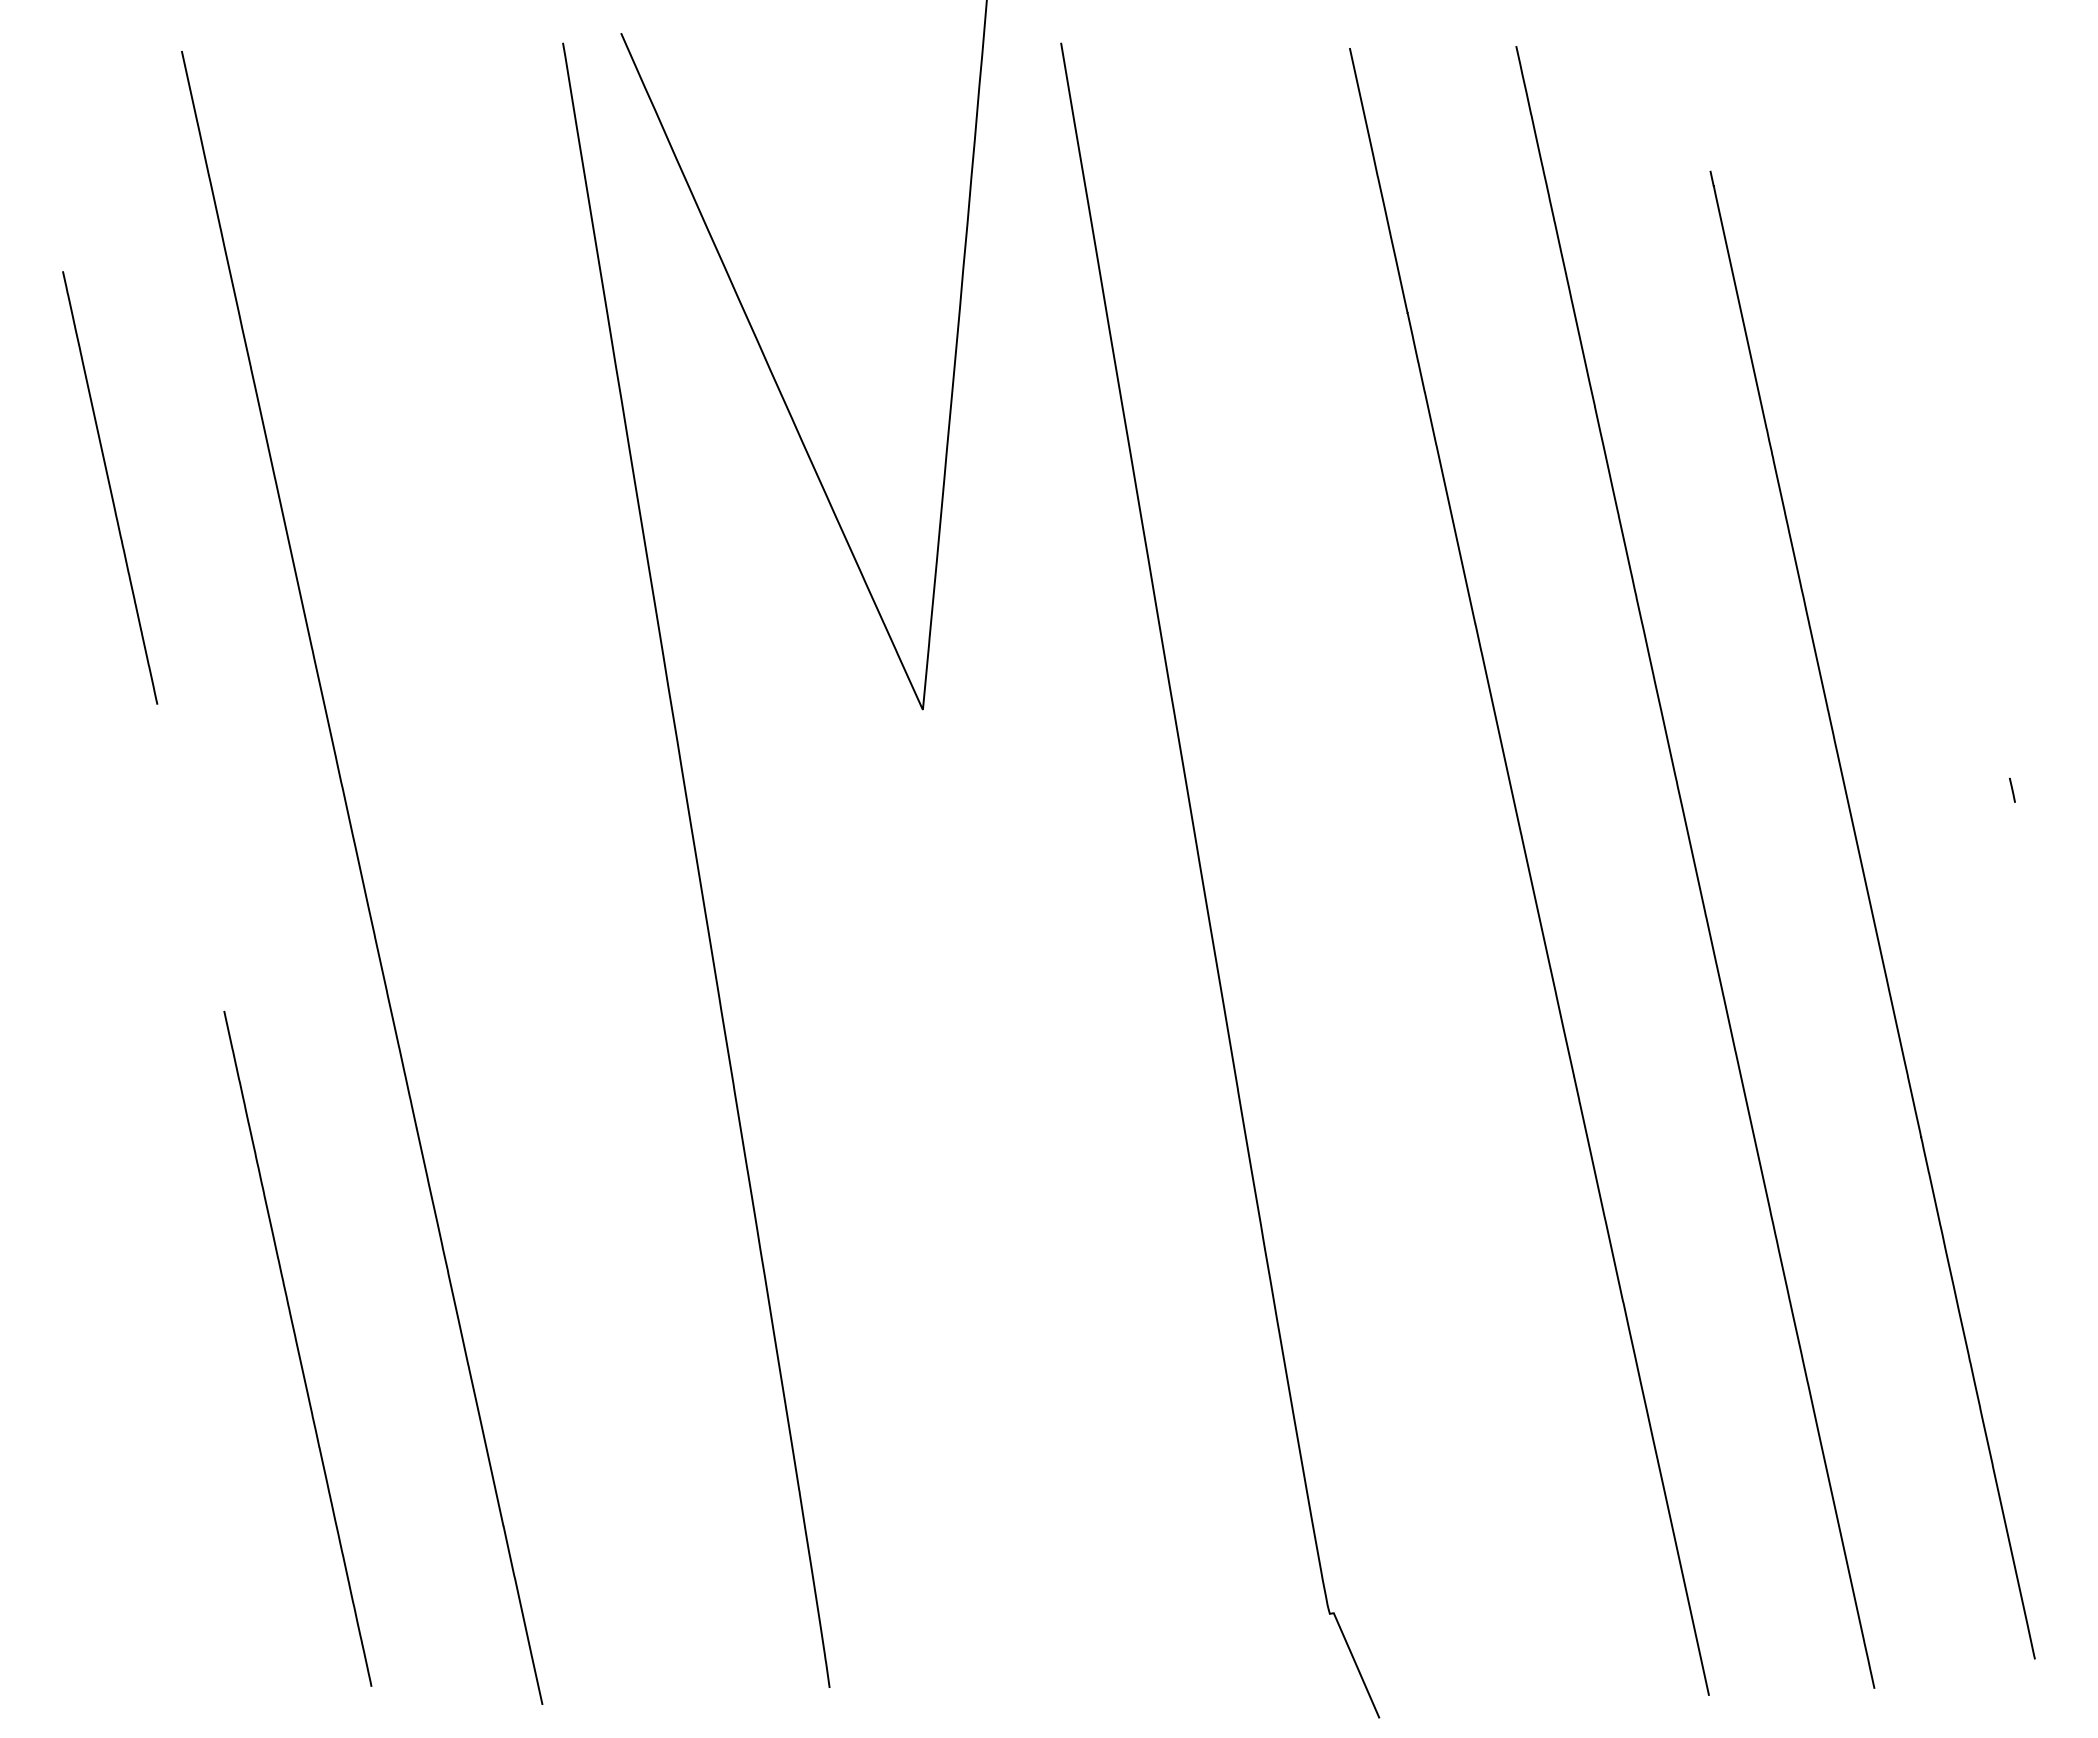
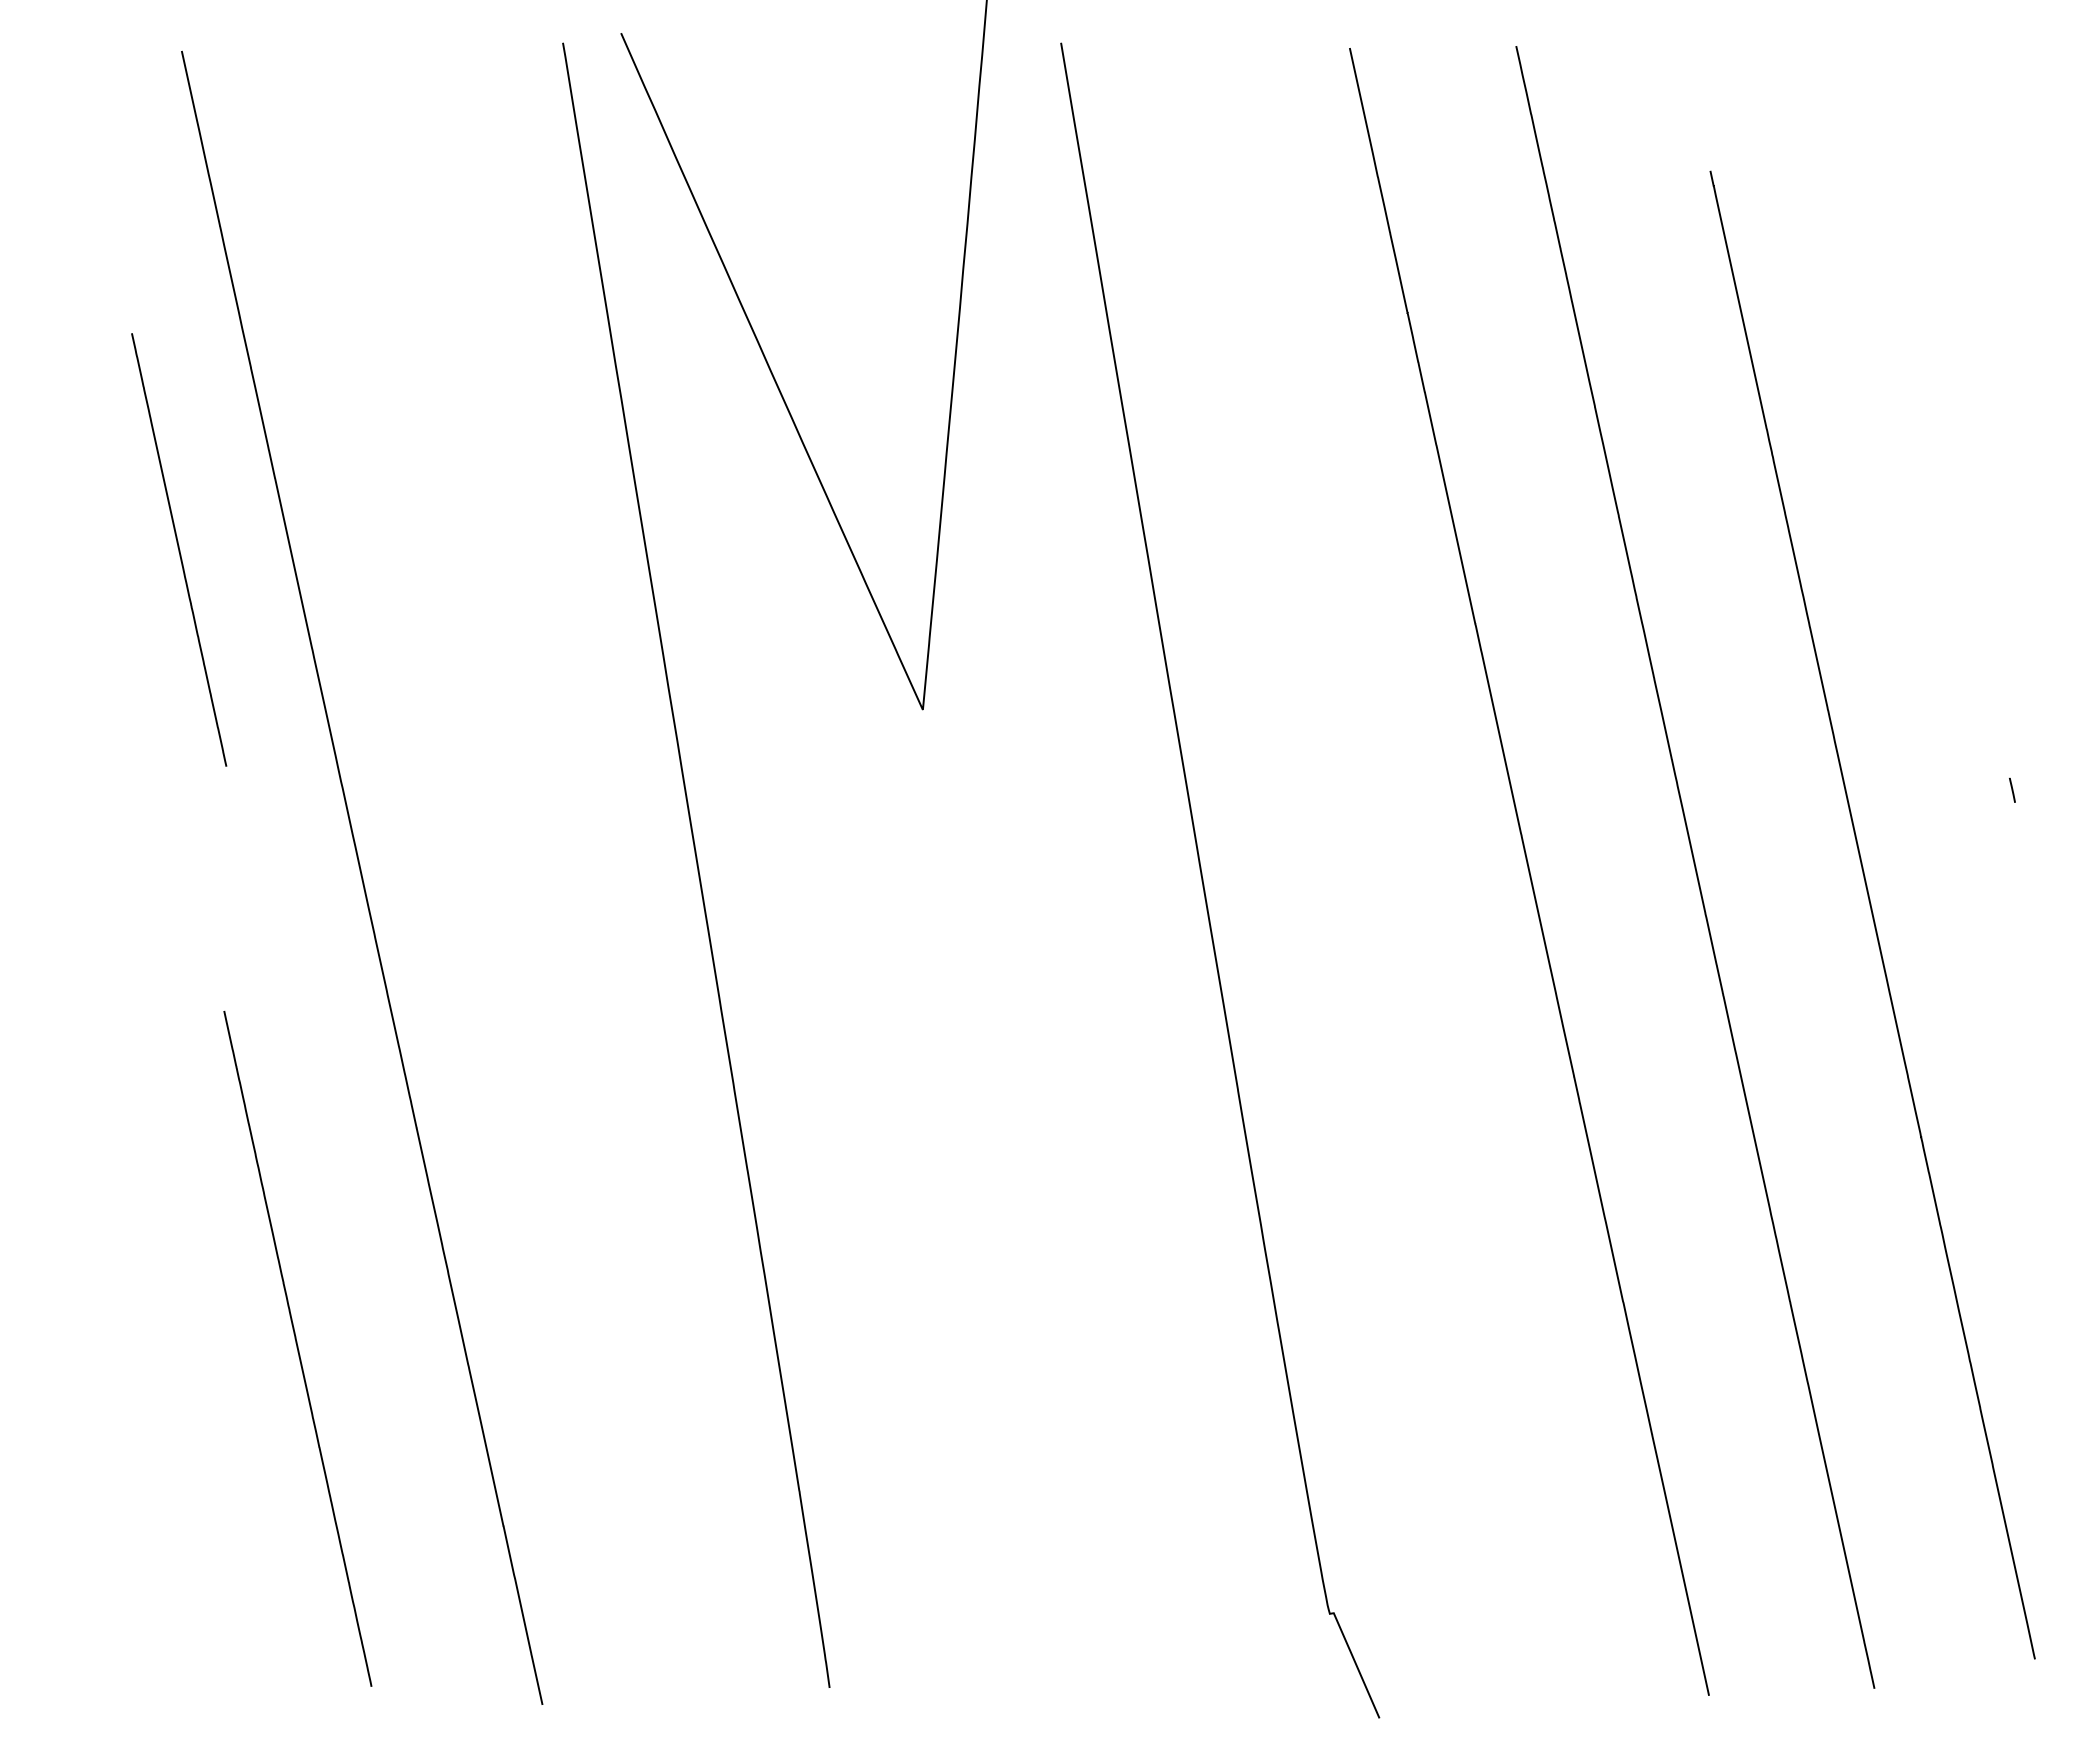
line at (110, 487) position: (110, 487) -> (179, 549)
